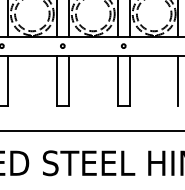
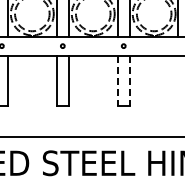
line at (117, 80): solid -> dashed
line at (129, 80): solid -> dashed
line at (178, 80): present -> none
line at (91, 130) position: (91, 130) -> (91, 136)
